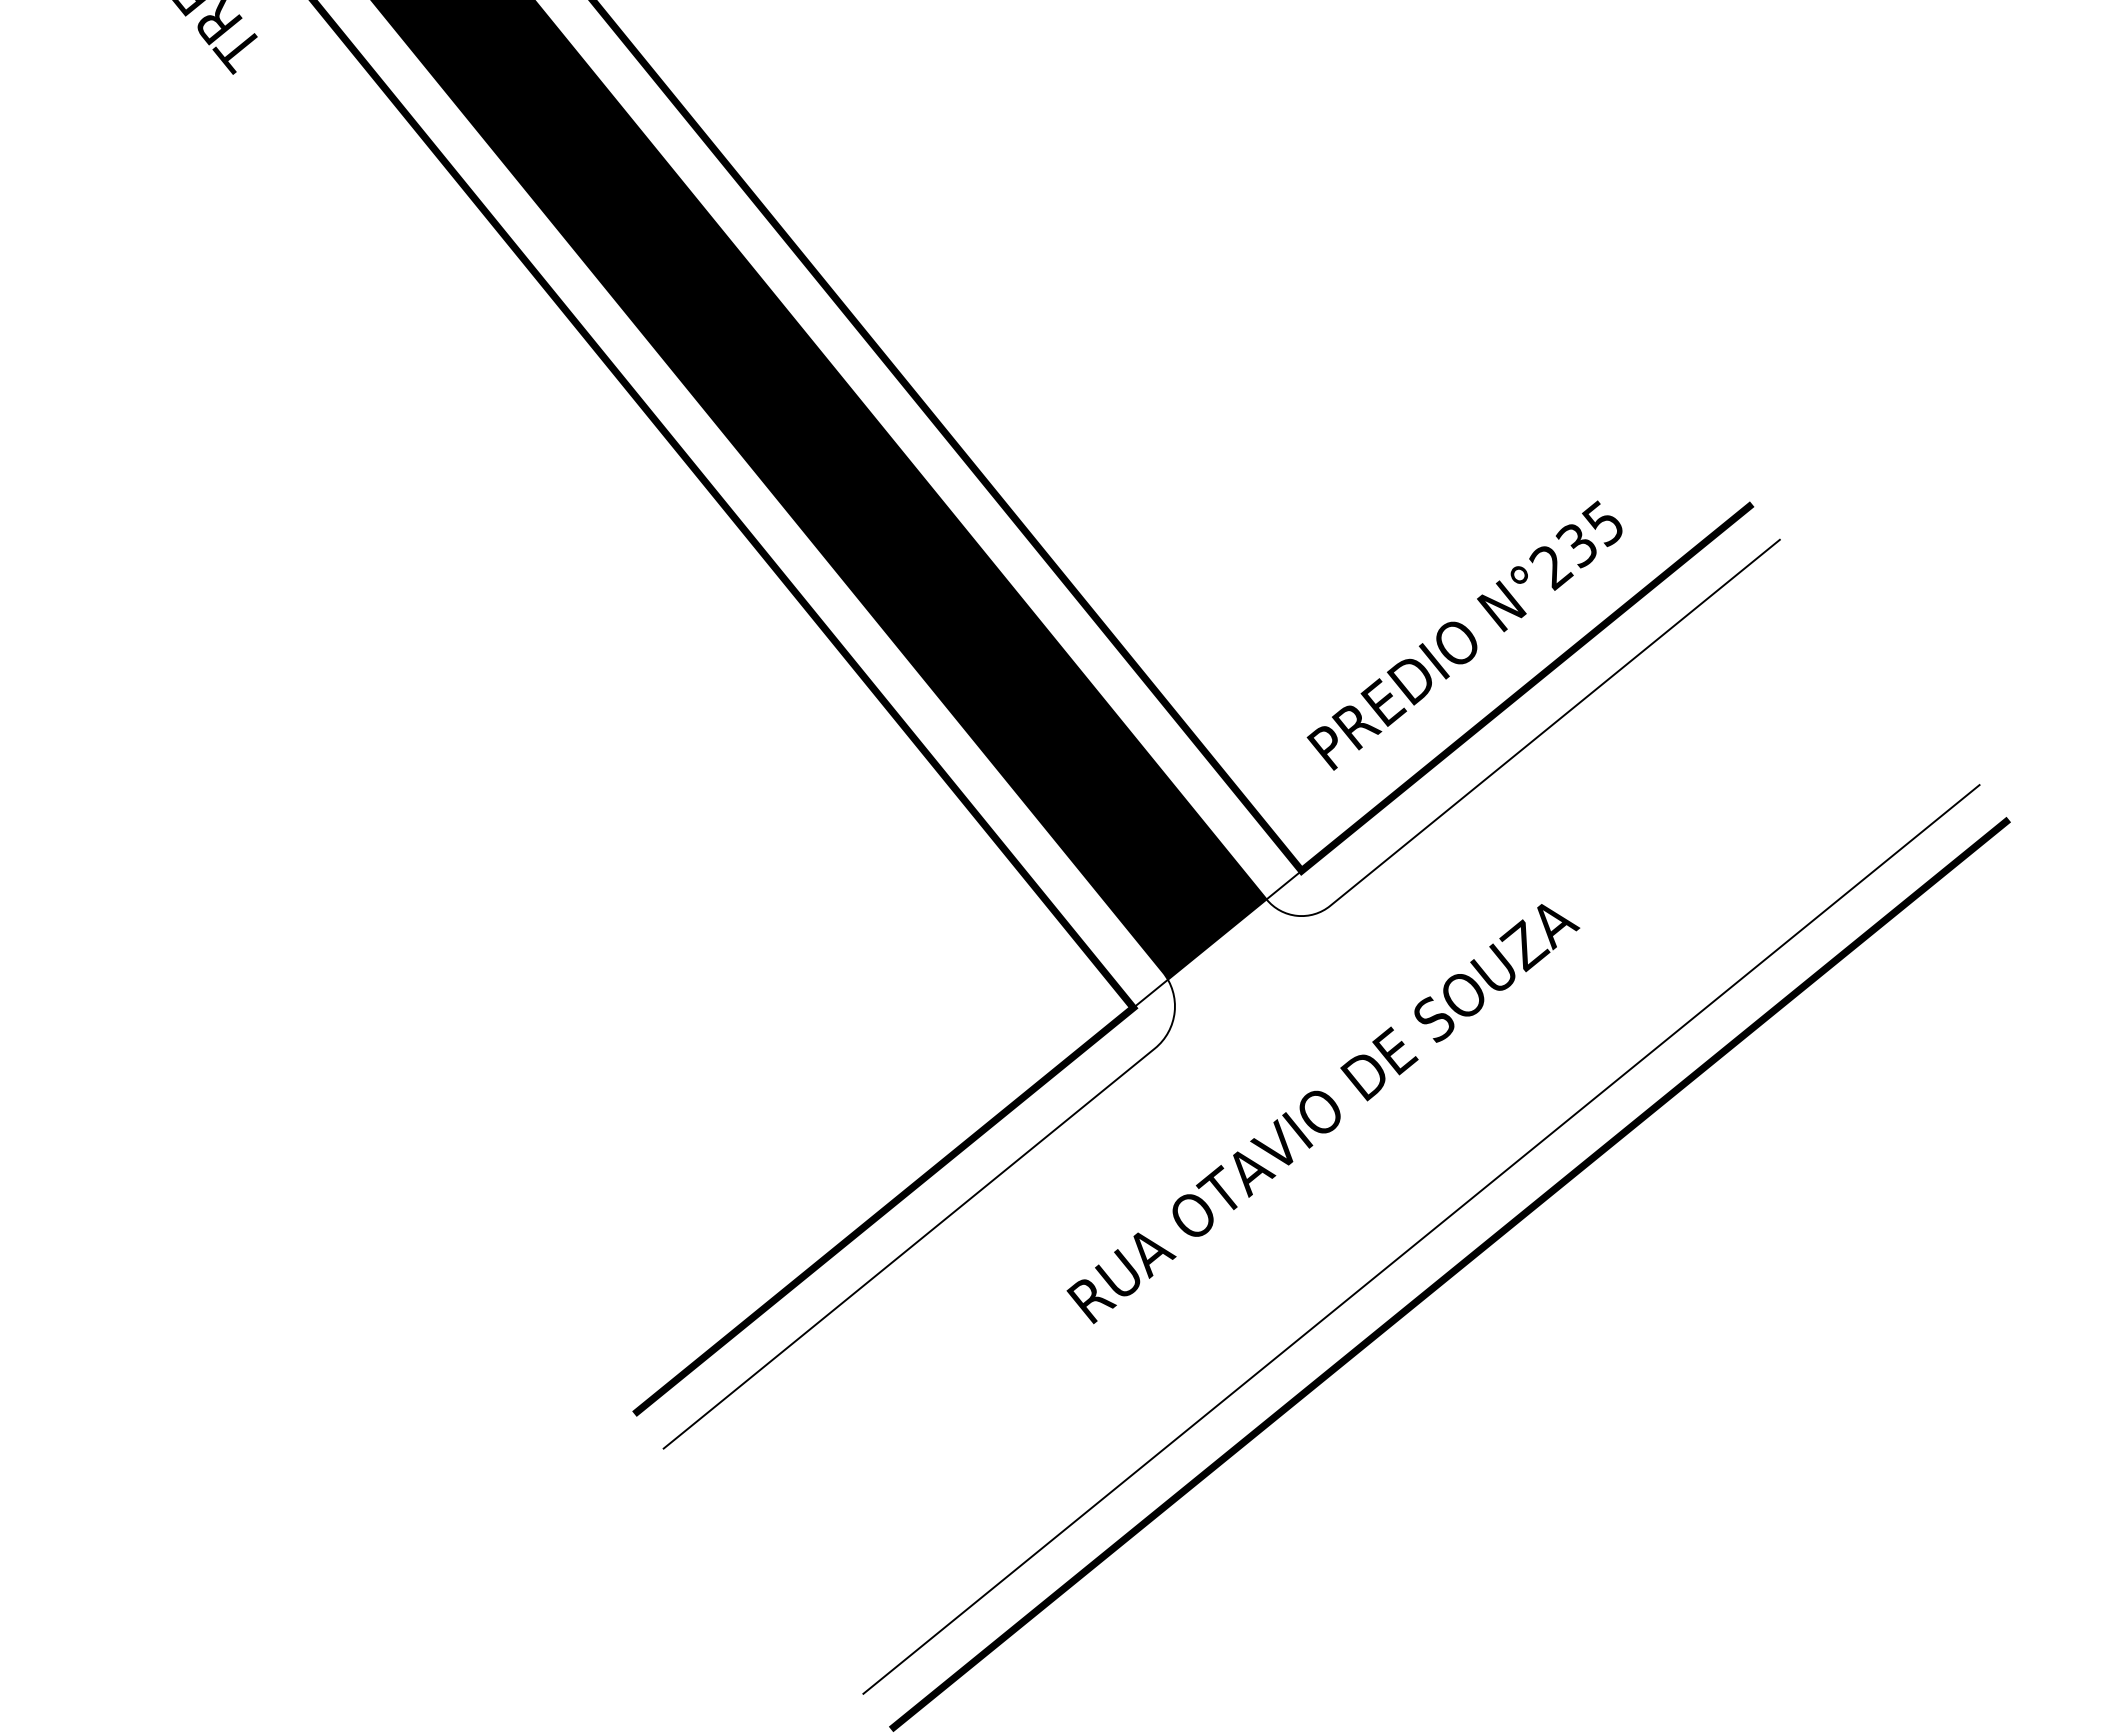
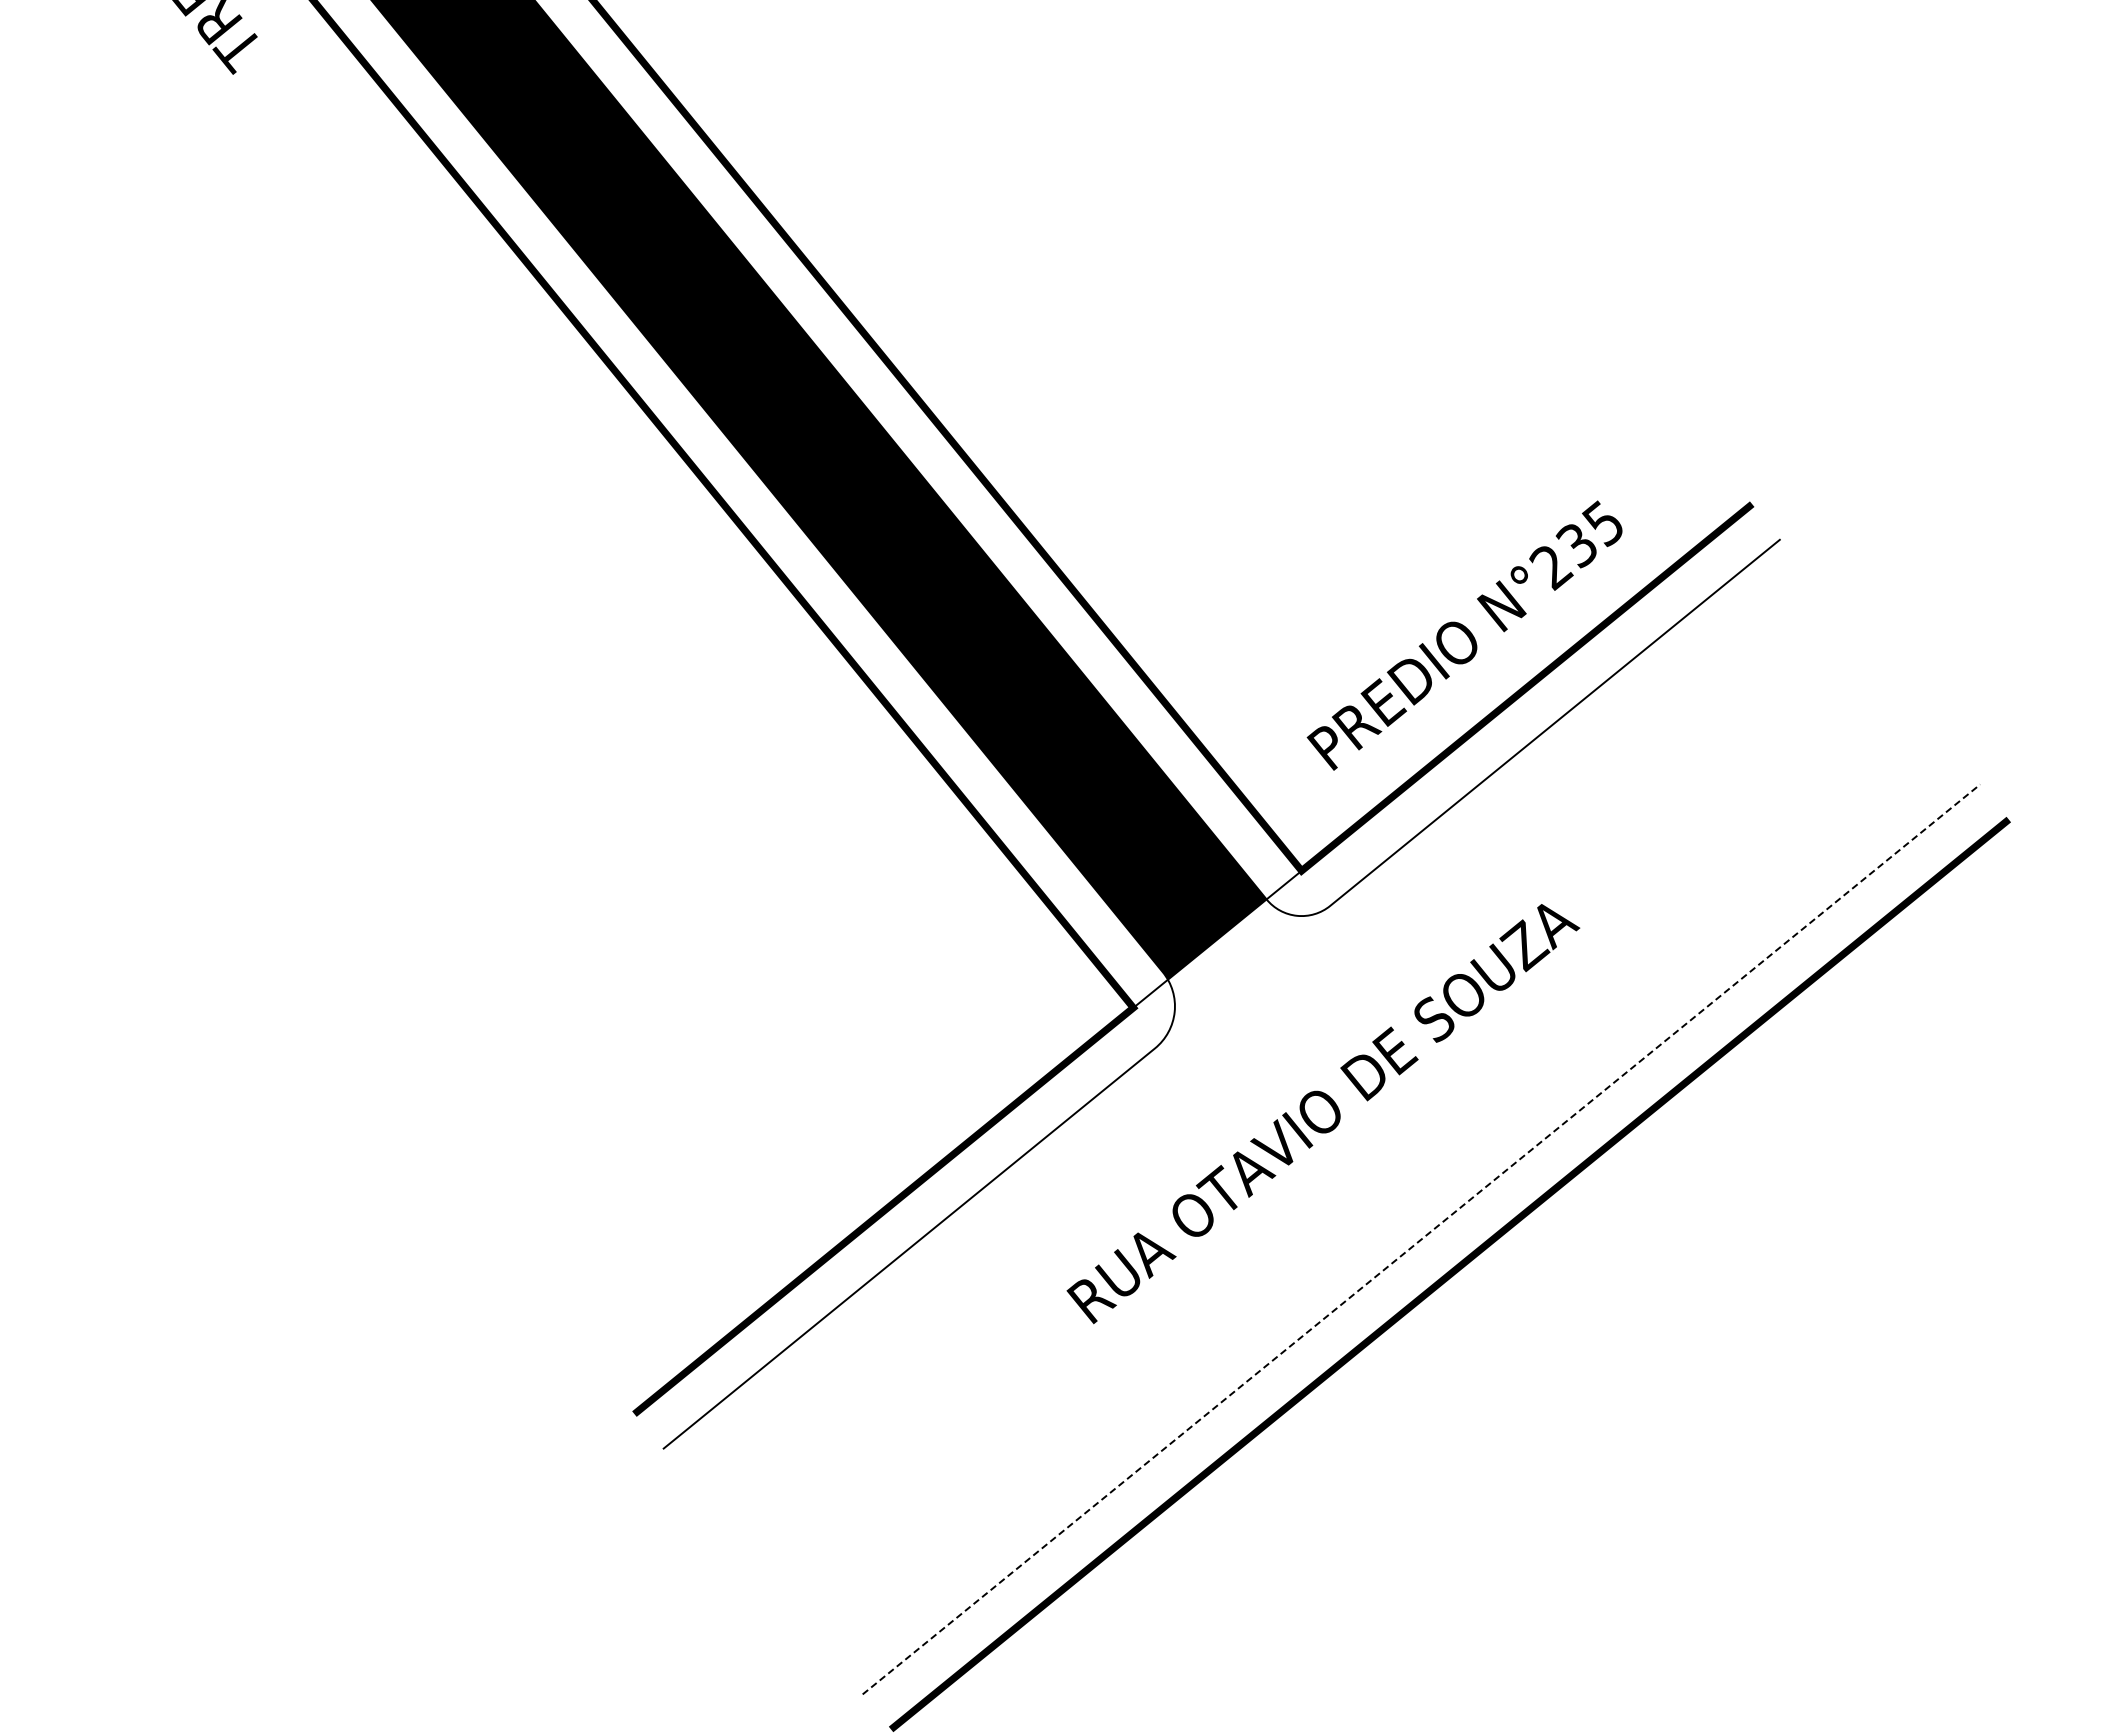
line at (1421, 1239): solid -> dashed
